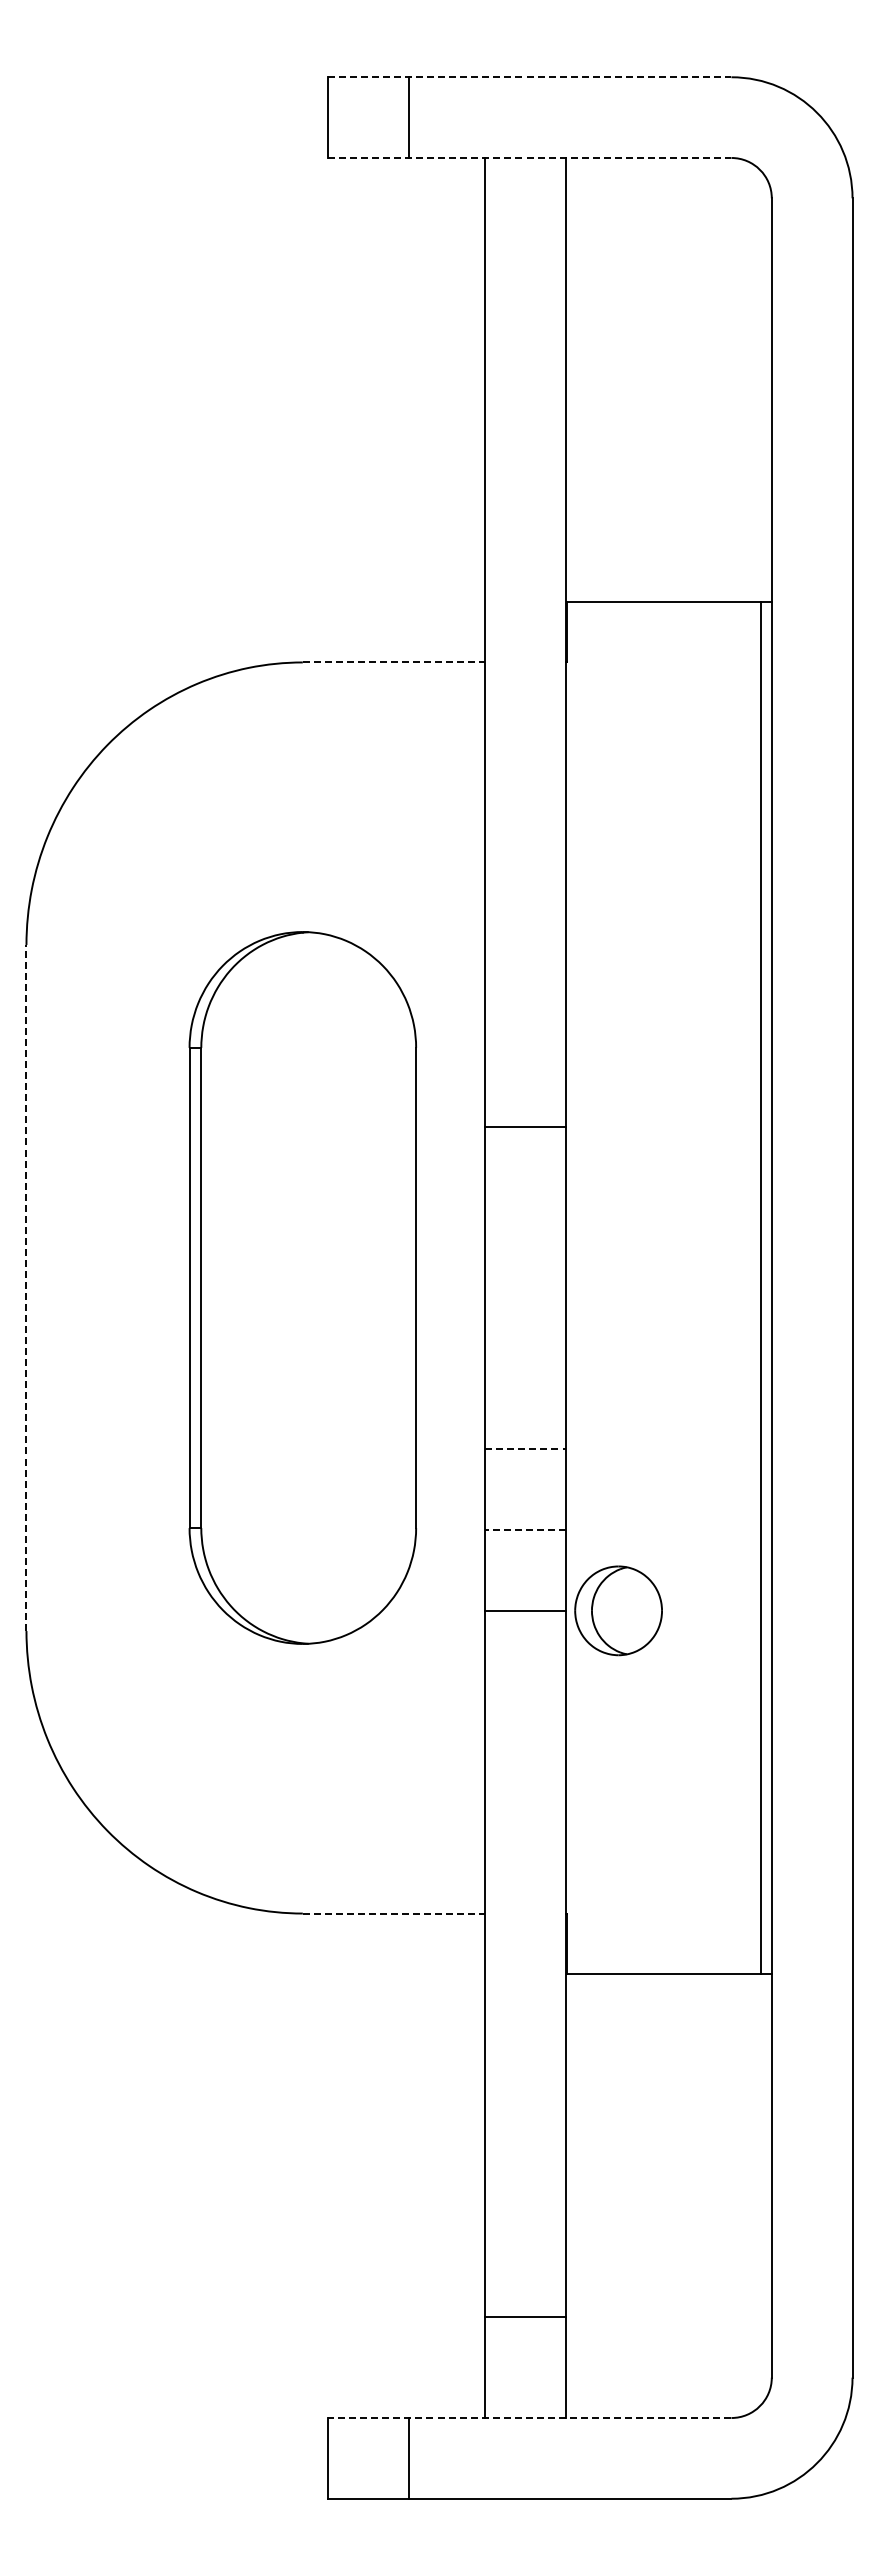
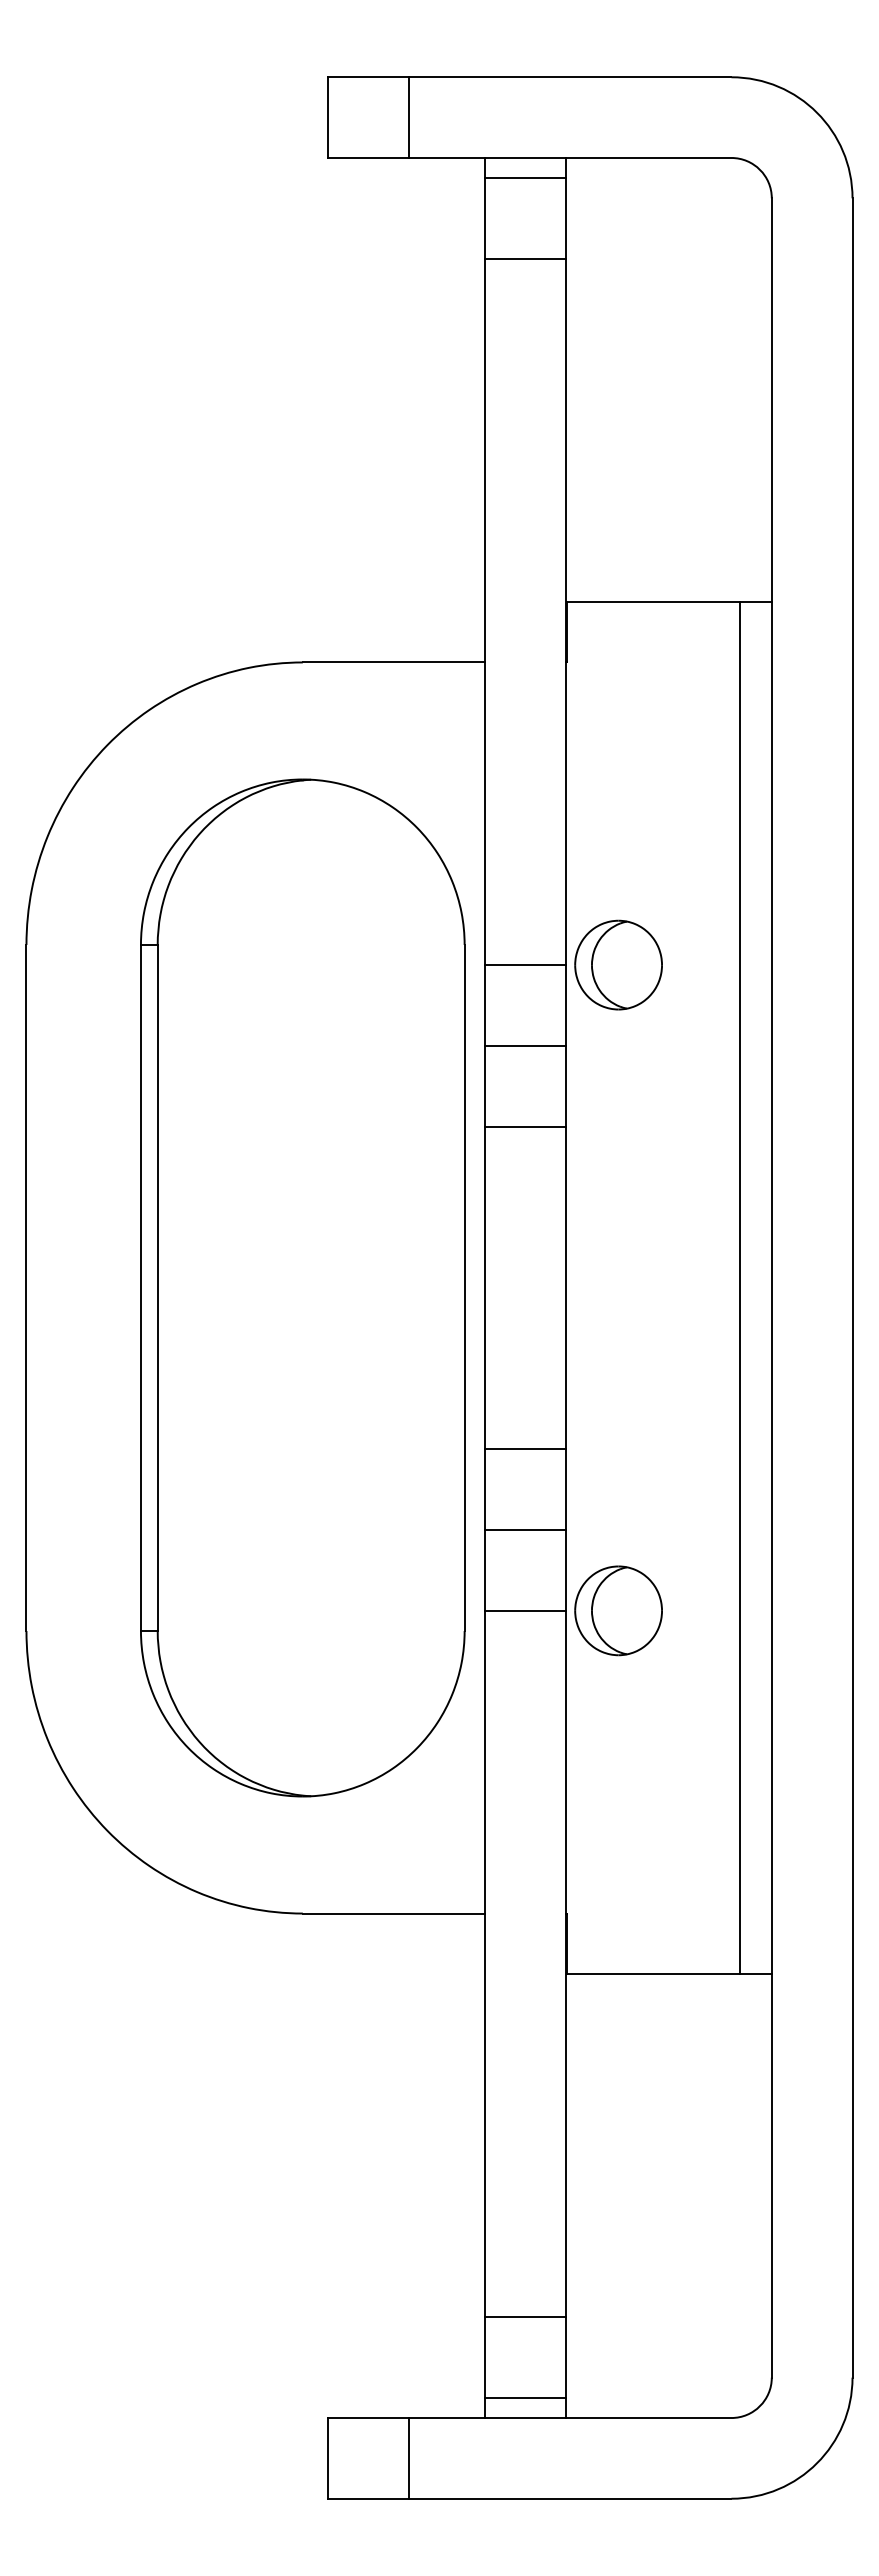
line at (529, 77): dashed -> solid
line at (529, 157): dashed -> solid
line at (525, 178): none -> present
line at (525, 258): none -> present
line at (394, 662): dashed -> solid
part at (618, 964): none -> present
line at (525, 965): none -> present
line at (525, 1045): none -> present
line at (26, 1287): dashed -> solid
part at (302, 1287) size: 229x714 px -> 326x1020 px
line at (760, 1287) position: (760, 1287) -> (739, 1287)
line at (526, 1449): dashed -> solid
line at (525, 1530): dashed -> solid
line at (394, 1913): dashed -> solid
line at (525, 2397): none -> present
line at (529, 2418): dashed -> solid
